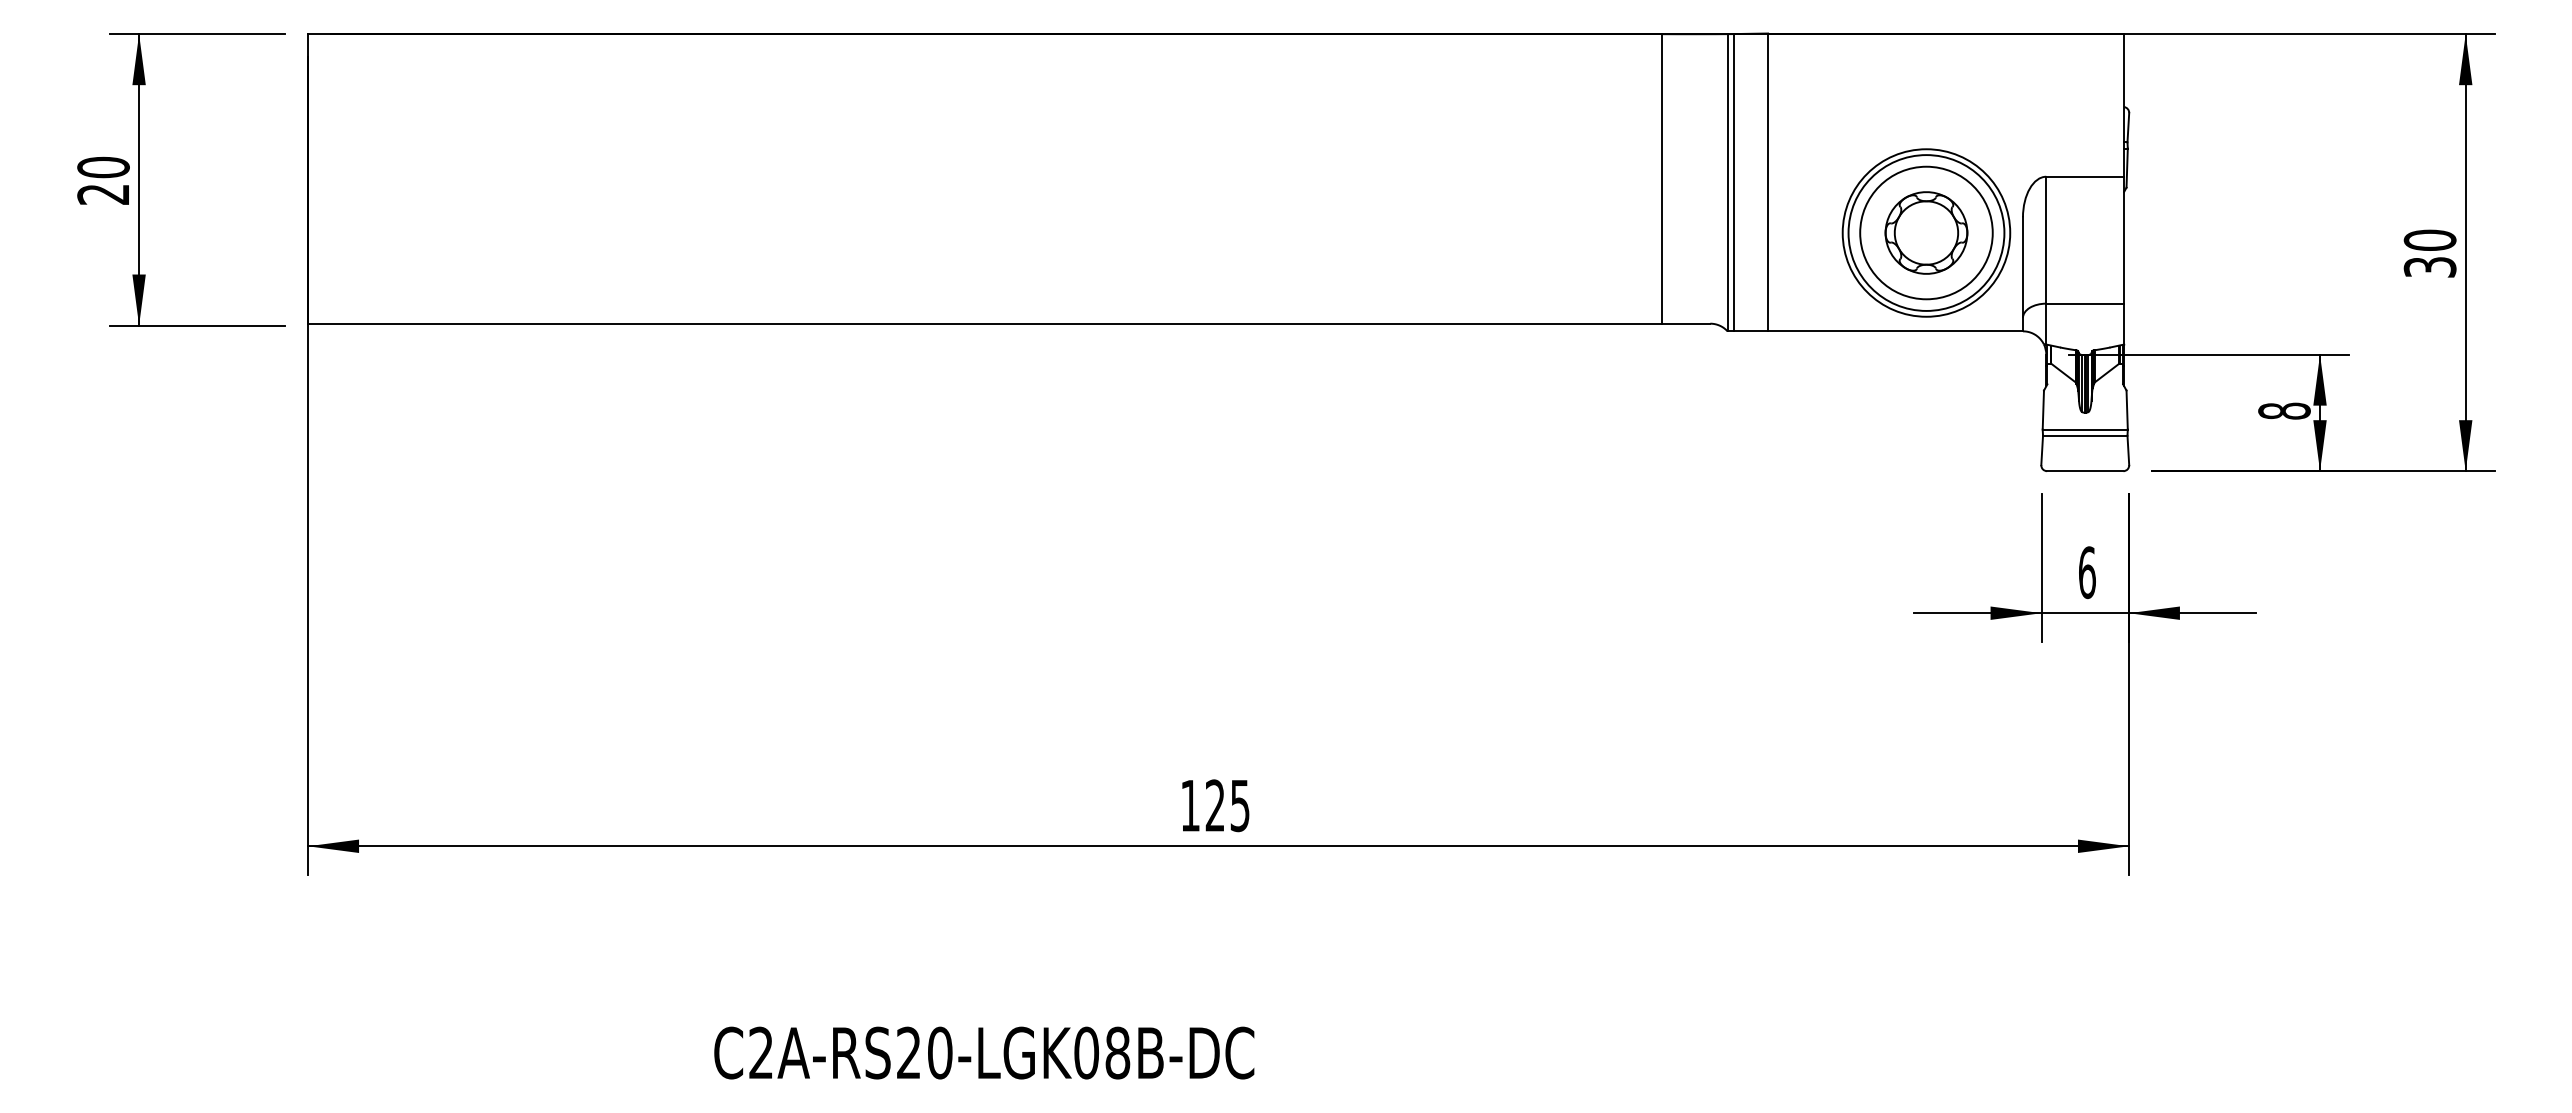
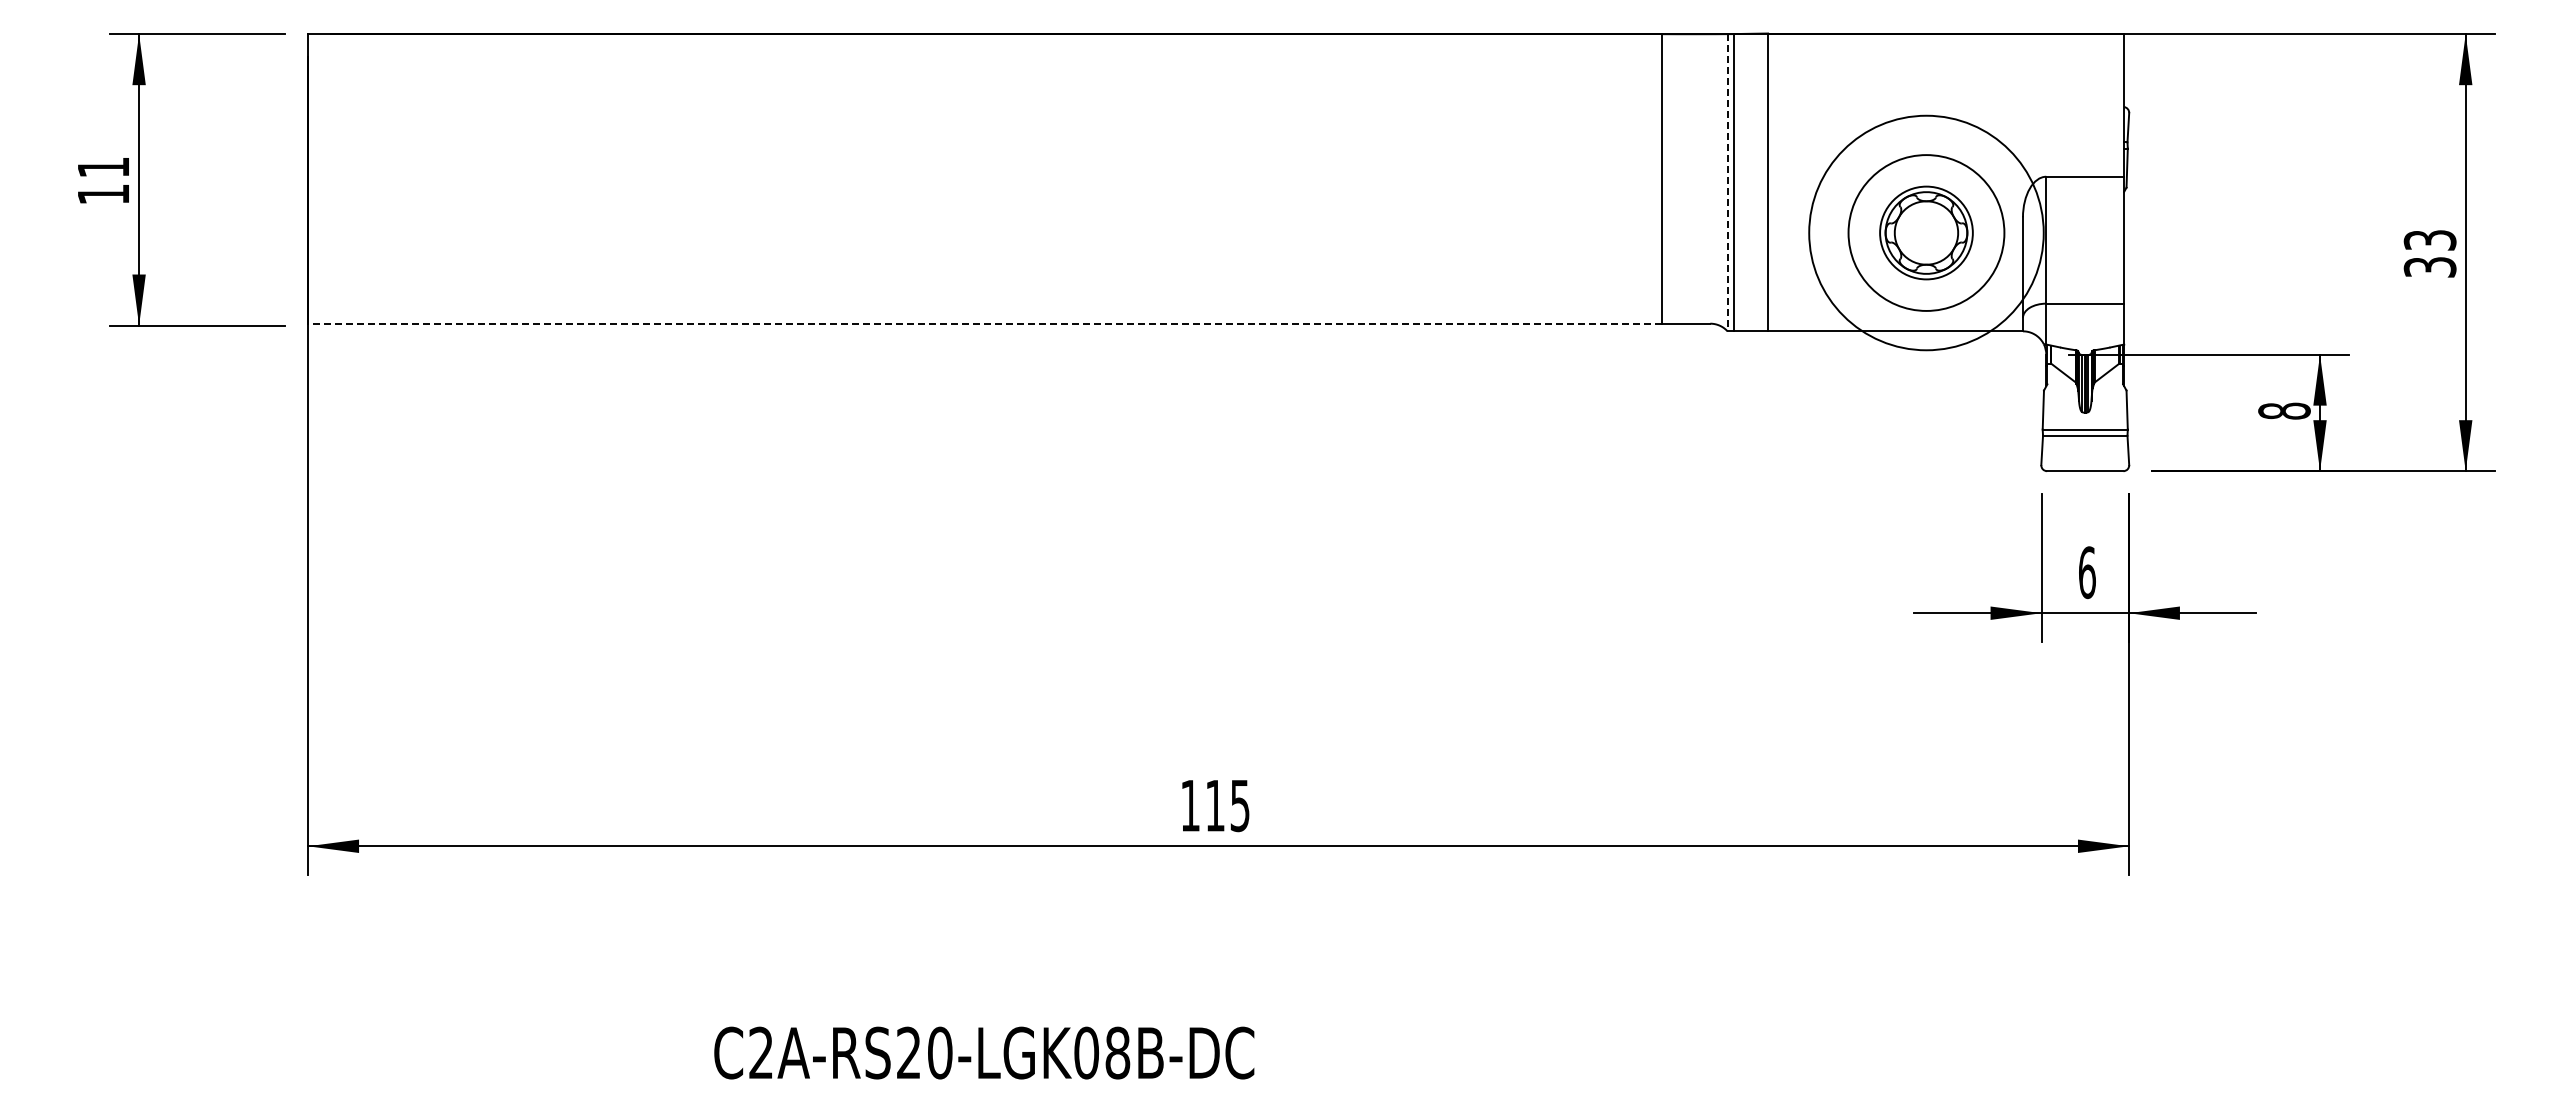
text at (103, 180): 20 -> 11
line at (1728, 182): solid -> dashed
circle at (1926, 232) diameter: 133 px -> 93 px
circle at (1926, 232) diameter: 168 px -> 235 px
text at (2429, 239): 30 -> 33
line at (984, 323): solid -> dashed
text at (1214, 805): 125 -> 115
